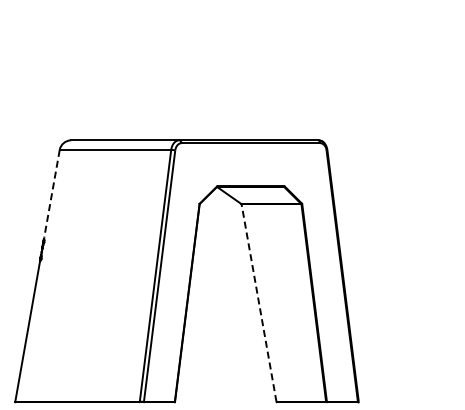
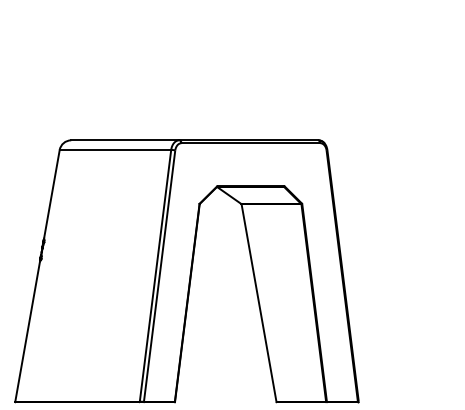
line at (51, 193): dashed -> solid
line at (258, 302): dashed -> solid
